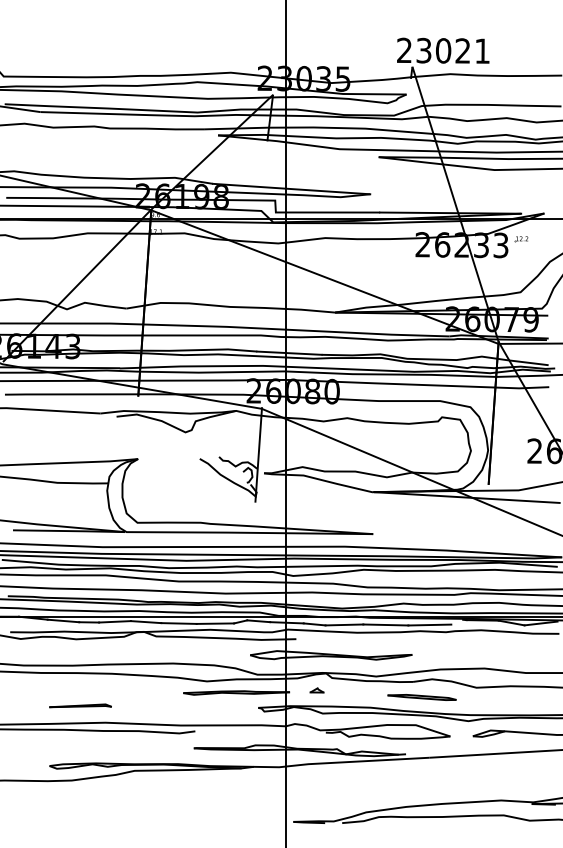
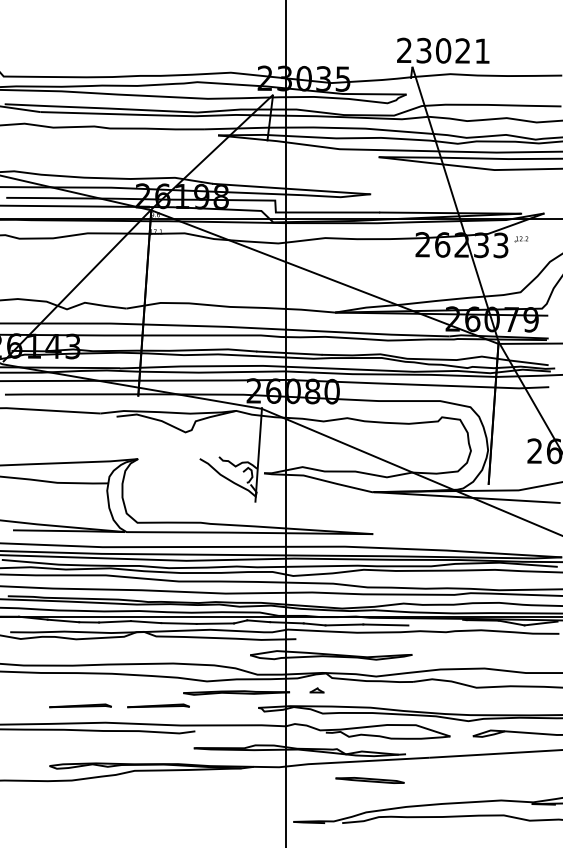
line at (429, 624): present -> none
part at (421, 697) position: (421, 697) -> (369, 780)
line at (158, 705): none -> present
